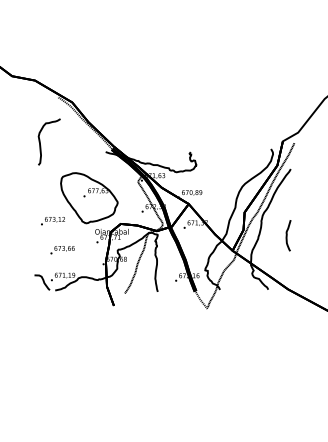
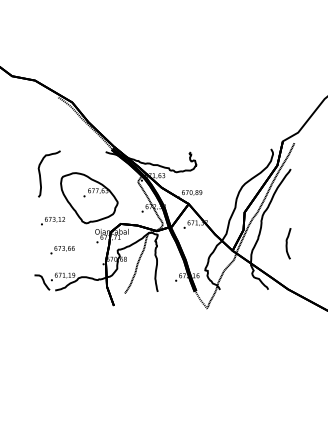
curve at (40, 141) position: (40, 141) -> (40, 173)
curve at (287, 235) position: (287, 235) -> (287, 243)
